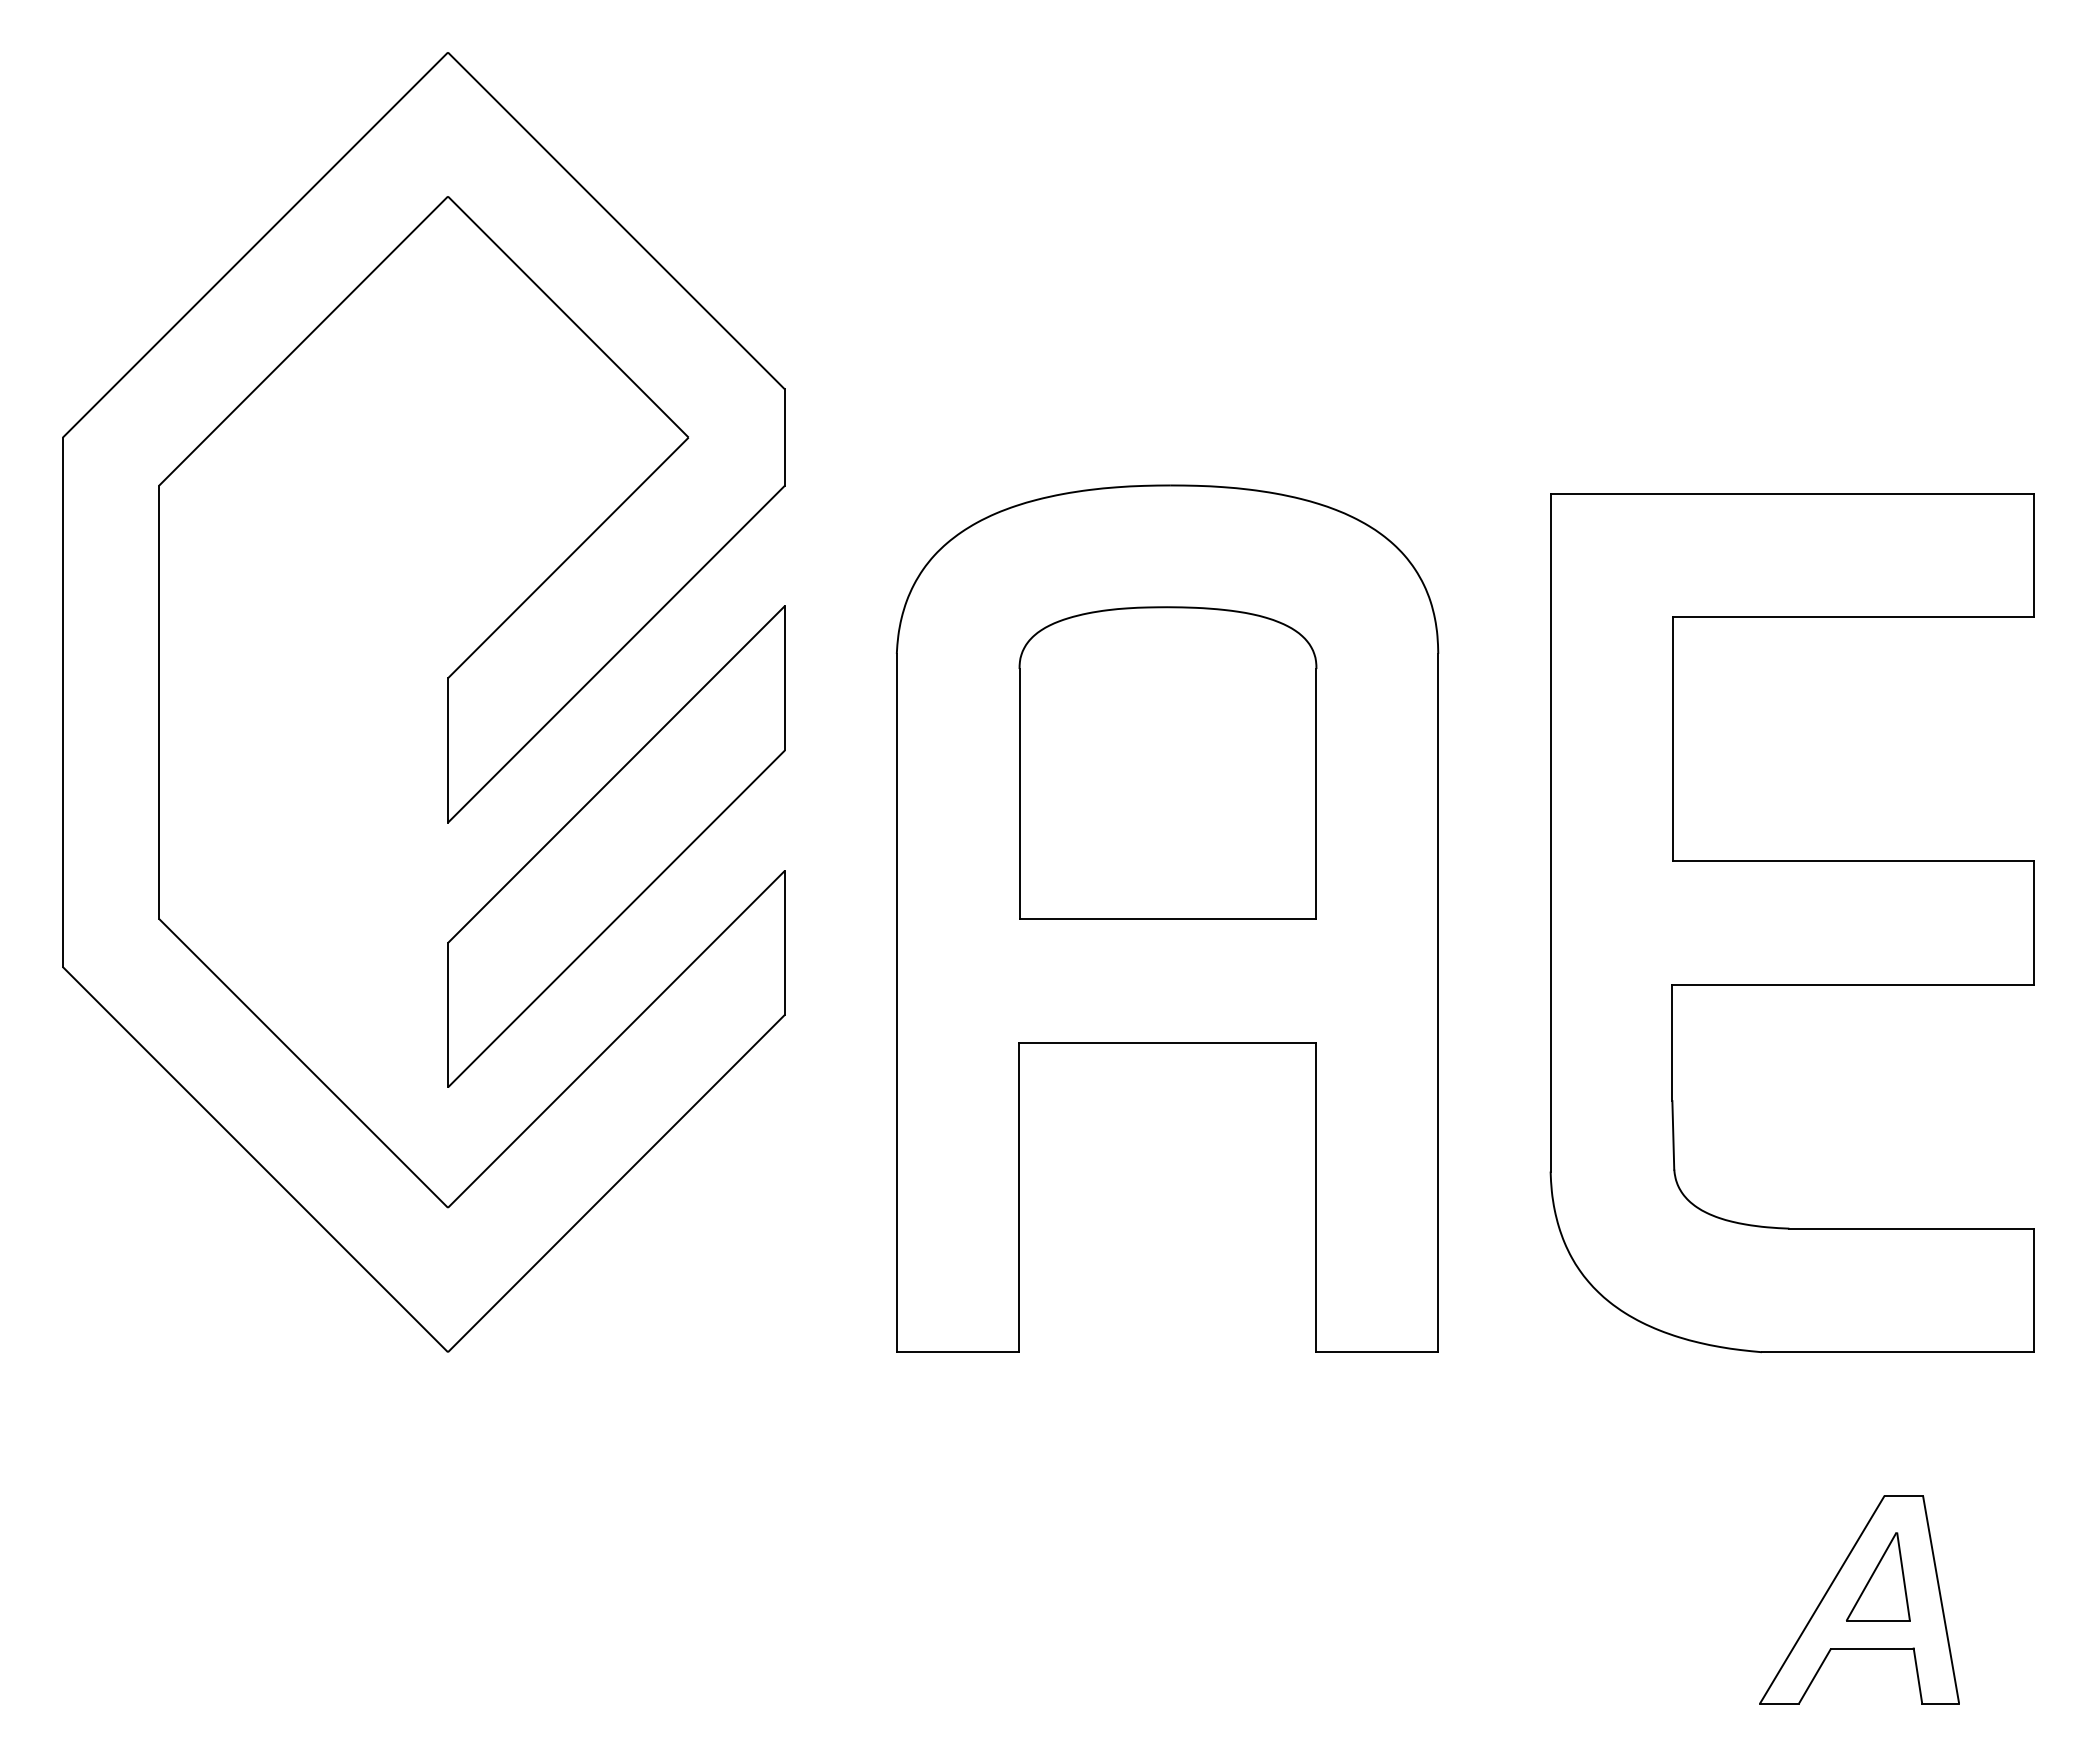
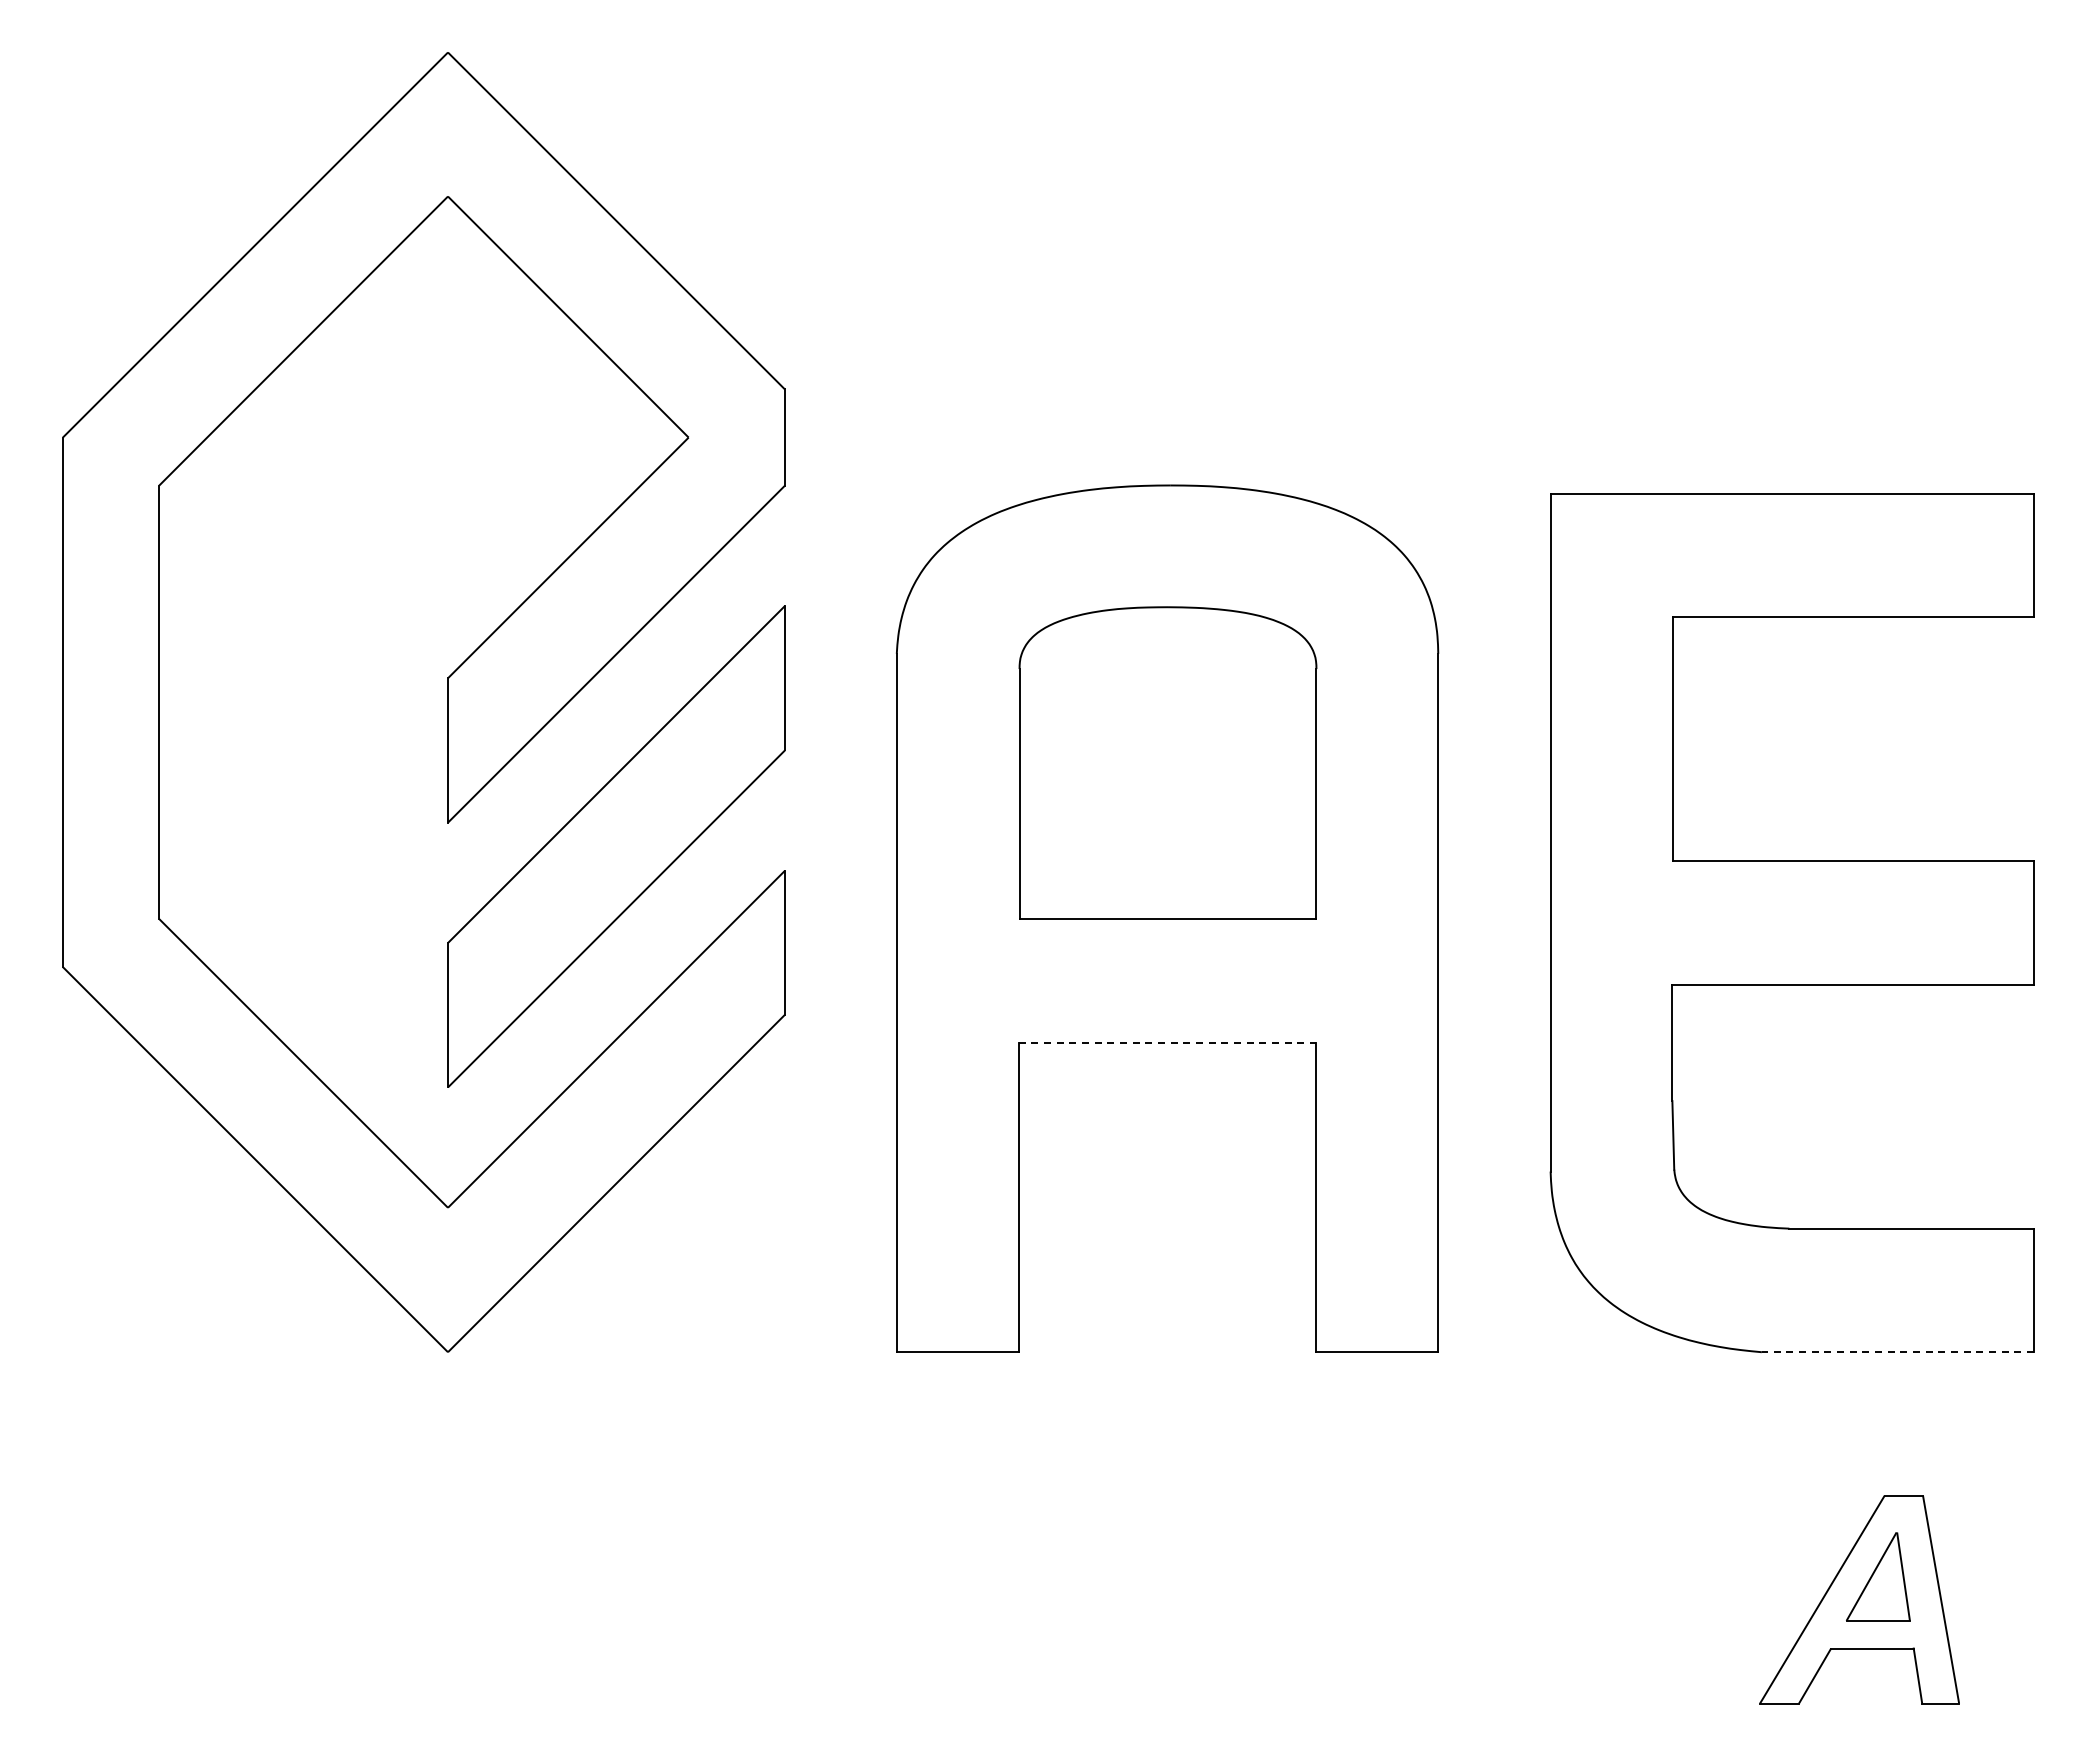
line at (1167, 1042): solid -> dashed
line at (1897, 1352): solid -> dashed
